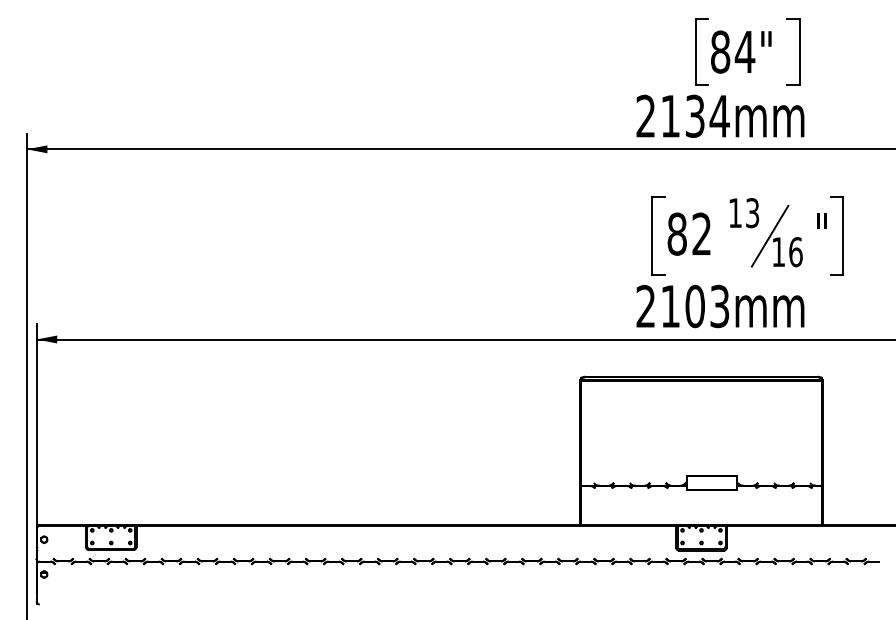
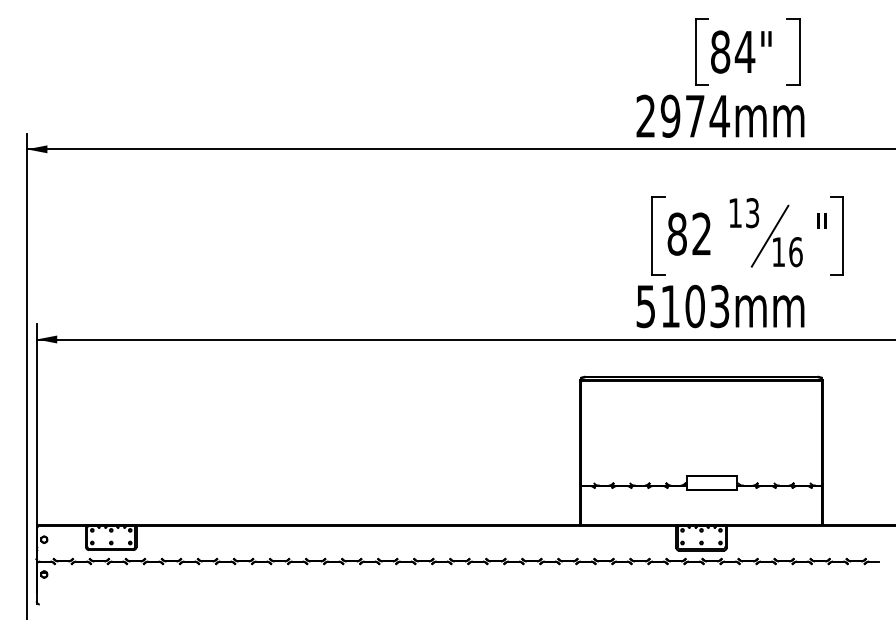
text at (682, 115): 2134mm -> 2974mm
text at (645, 306): 2103mm -> 5103mm
